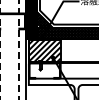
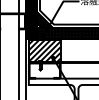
line at (0, 50): dashed -> solid
line at (19, 50): dashed -> solid
